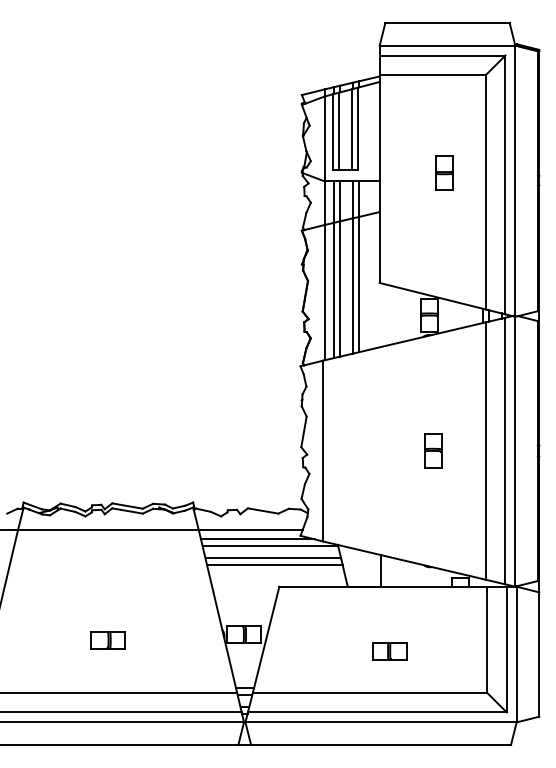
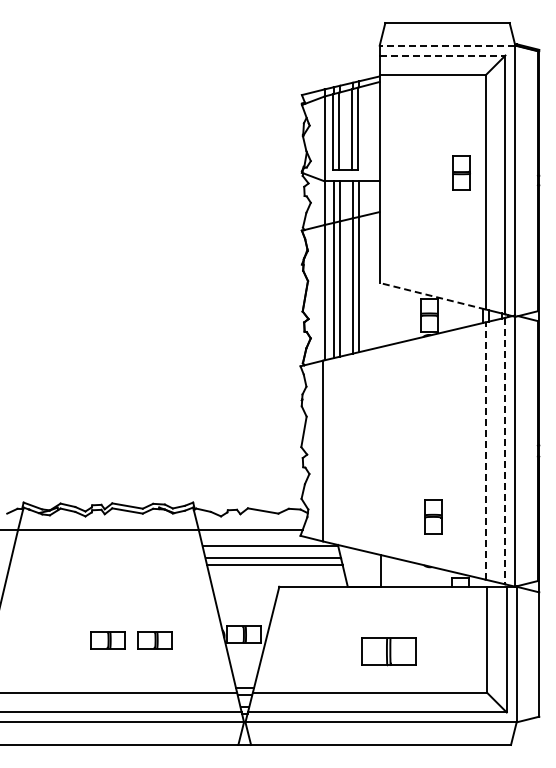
line at (447, 45): solid -> dashed
line at (442, 55): solid -> dashed
part at (444, 172) position: (444, 172) -> (461, 172)
line at (432, 296): solid -> dashed
part at (433, 450) position: (433, 450) -> (433, 516)
line at (485, 451): solid -> dashed
line at (505, 451): solid -> dashed
line at (257, 539): present -> none
part at (154, 640): none -> present
part at (389, 651) size: 36x19 px -> 56x30 px
